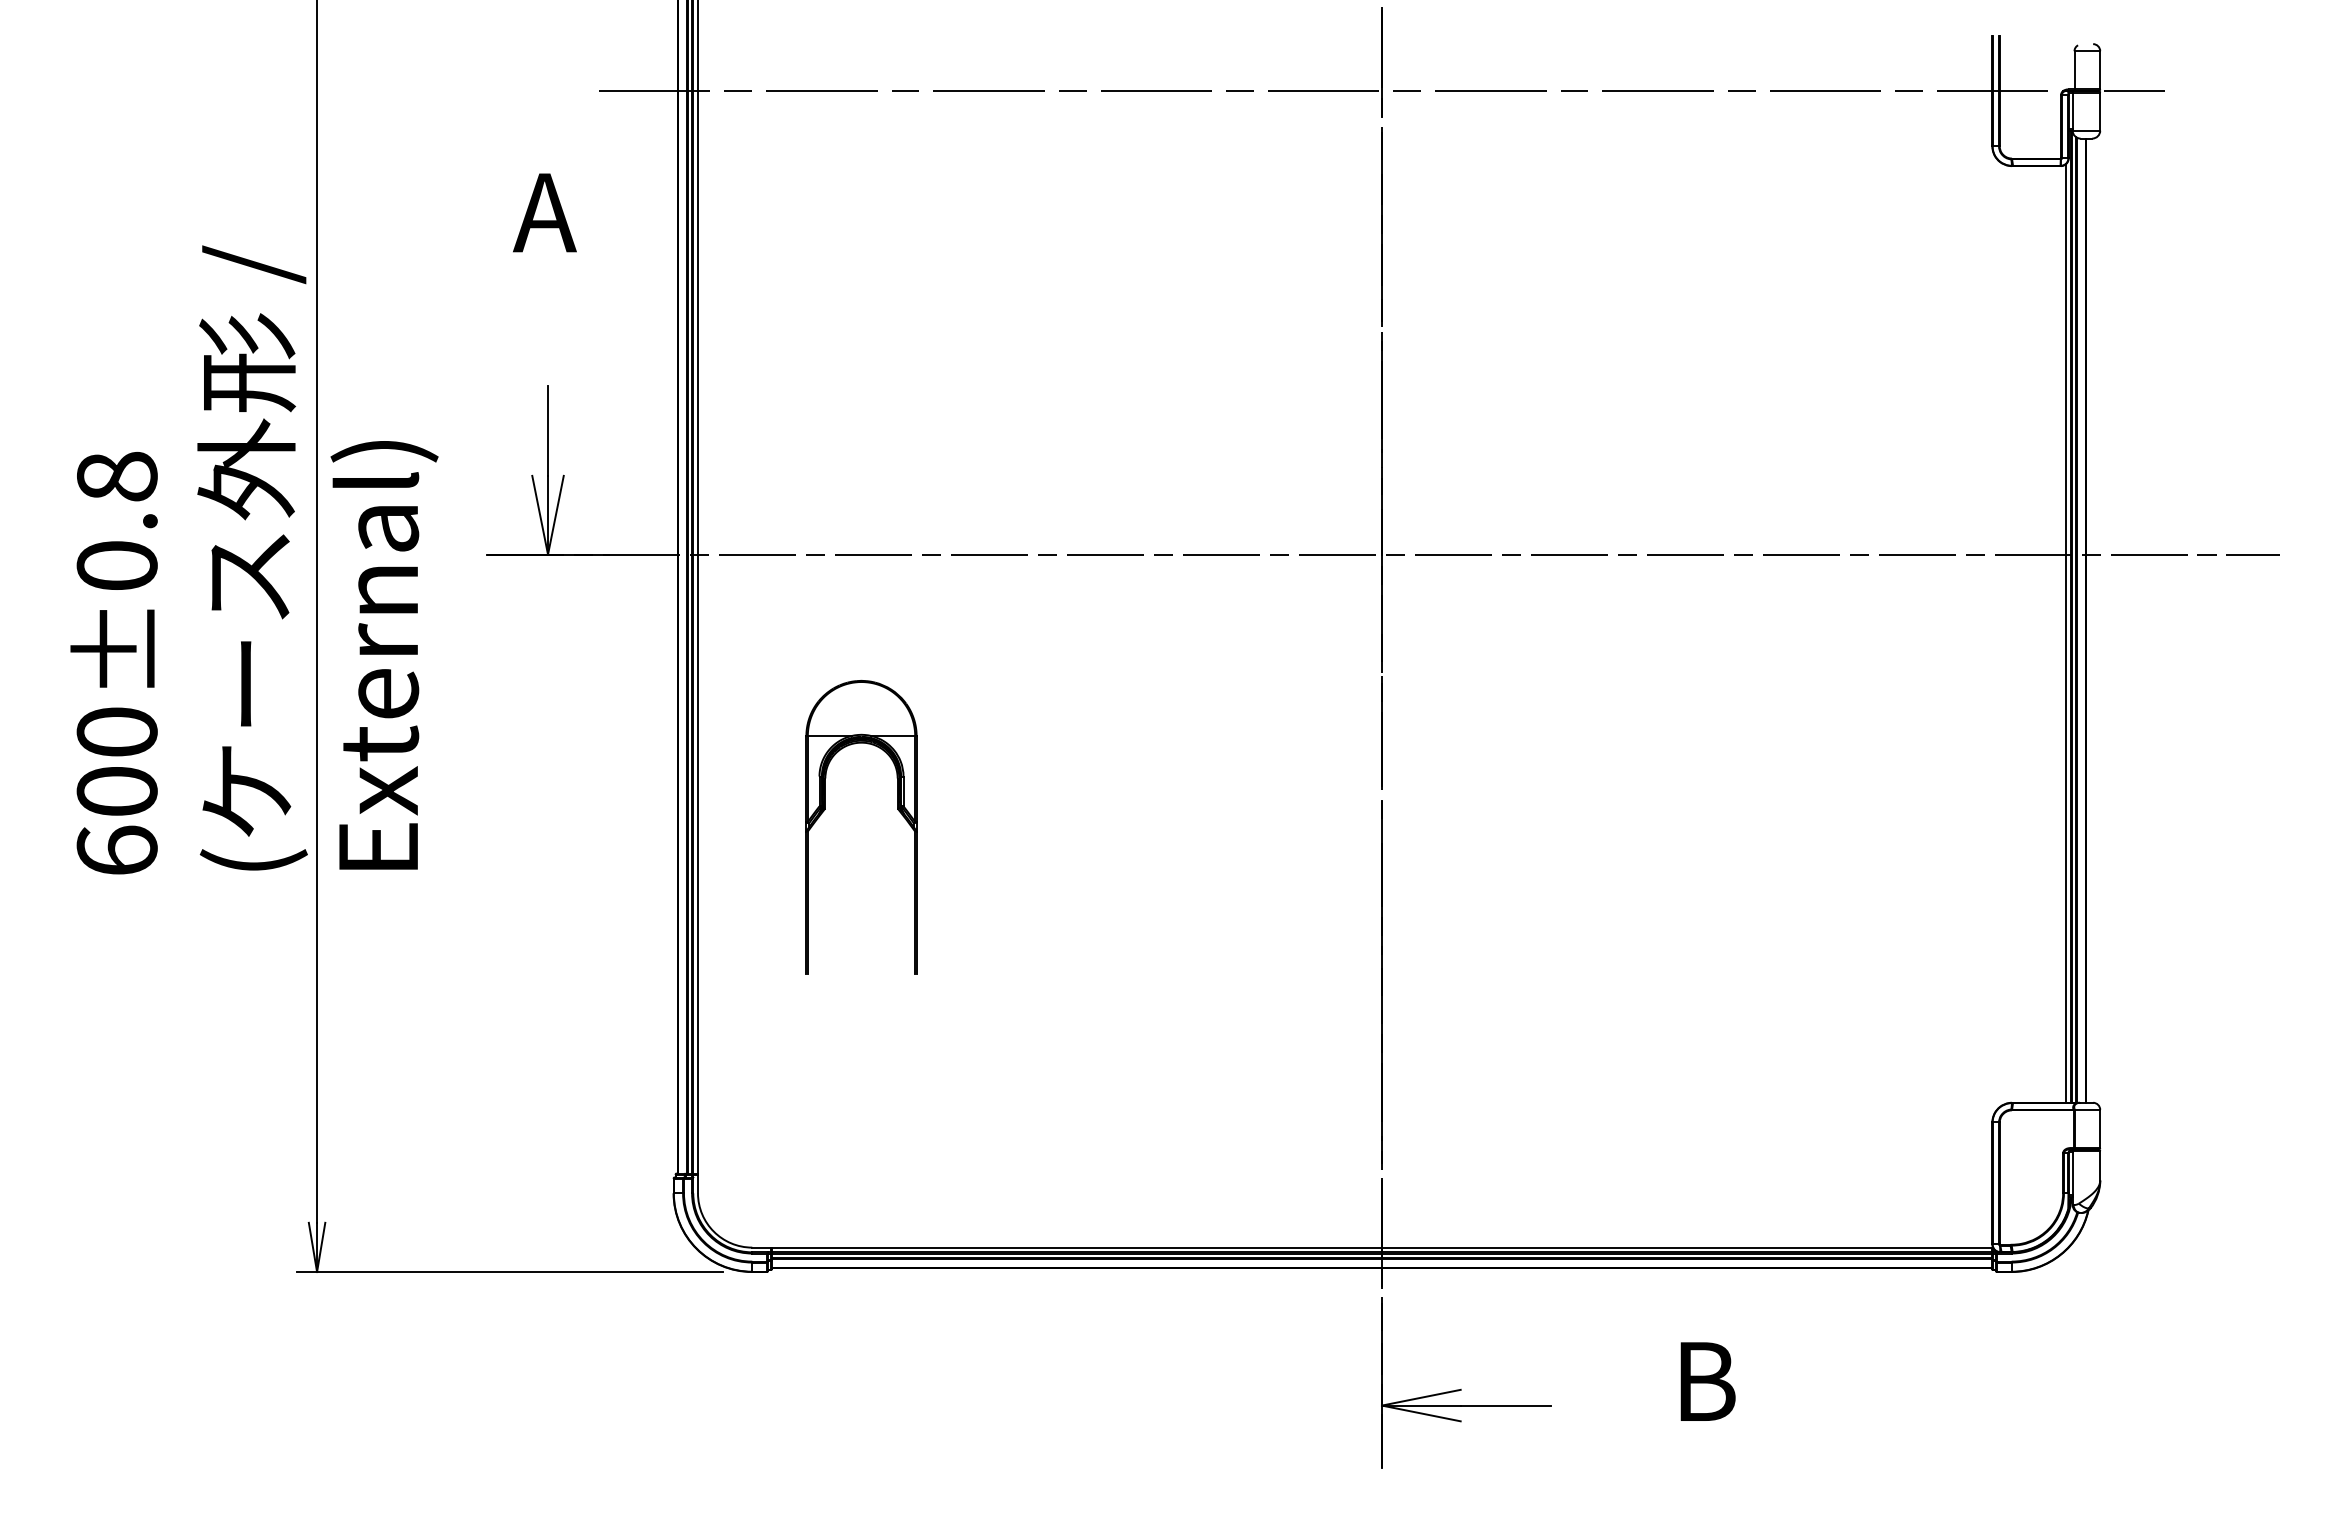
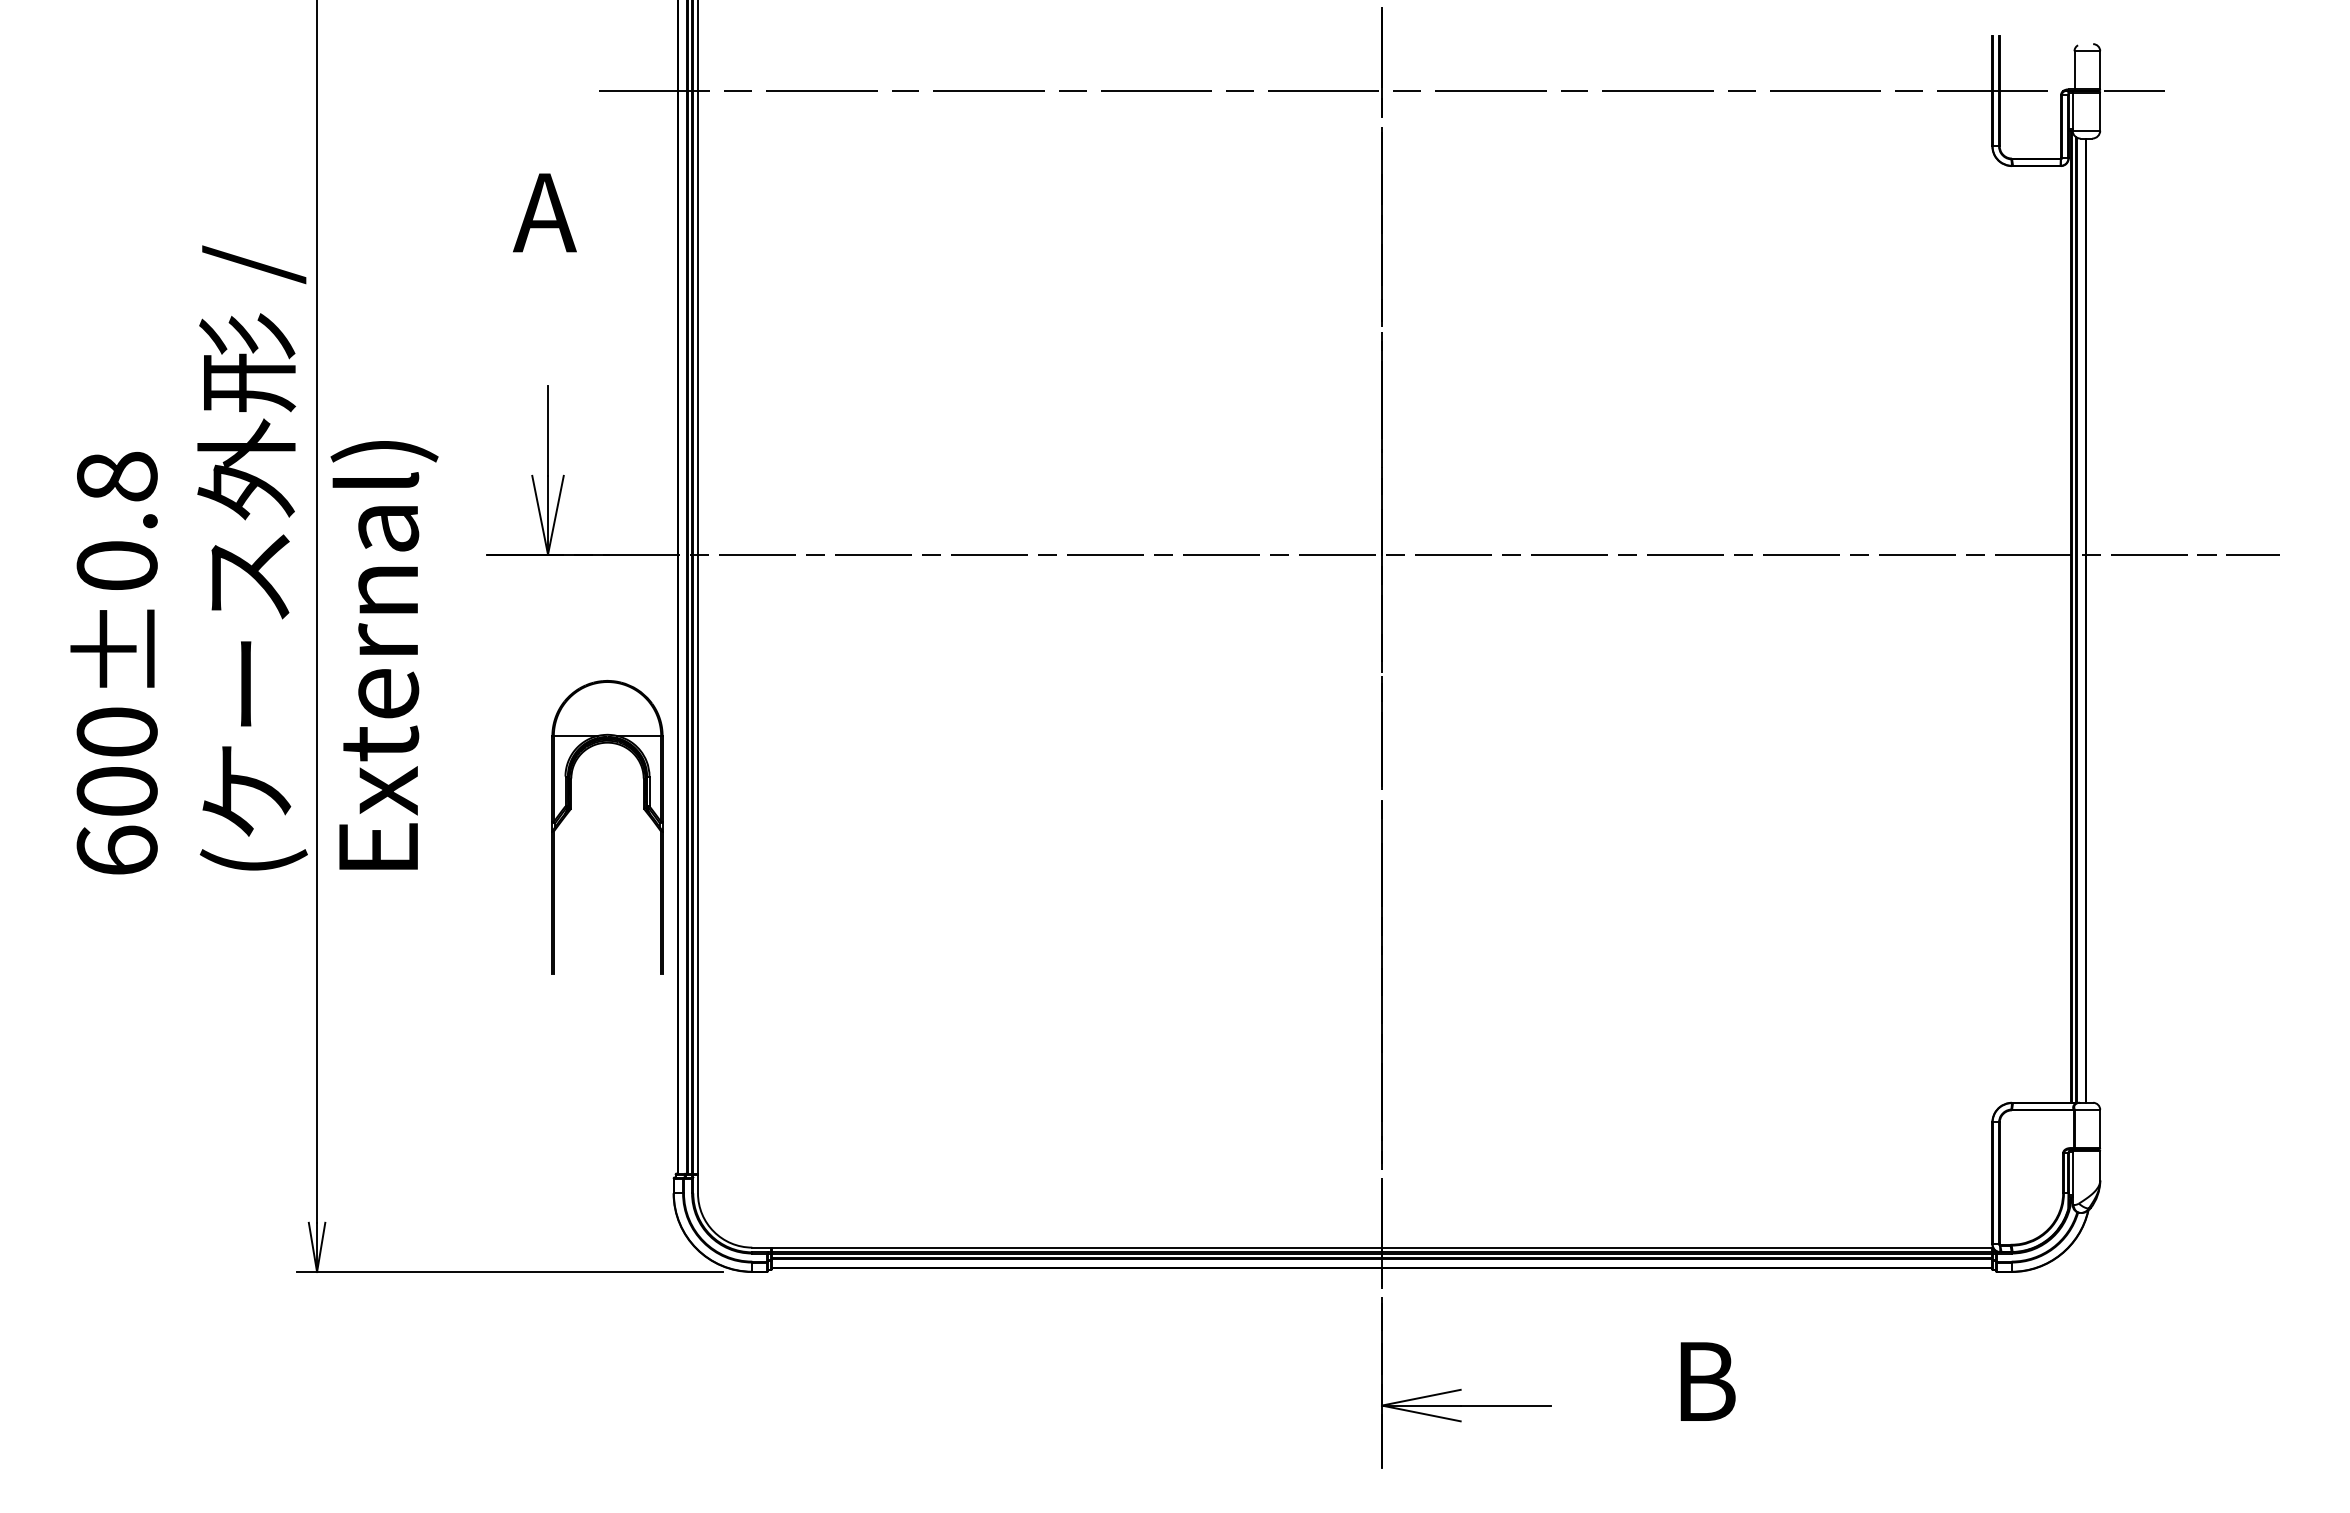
line at (2065, 633): present -> none
part at (825, 809) position: (825, 809) -> (571, 809)
